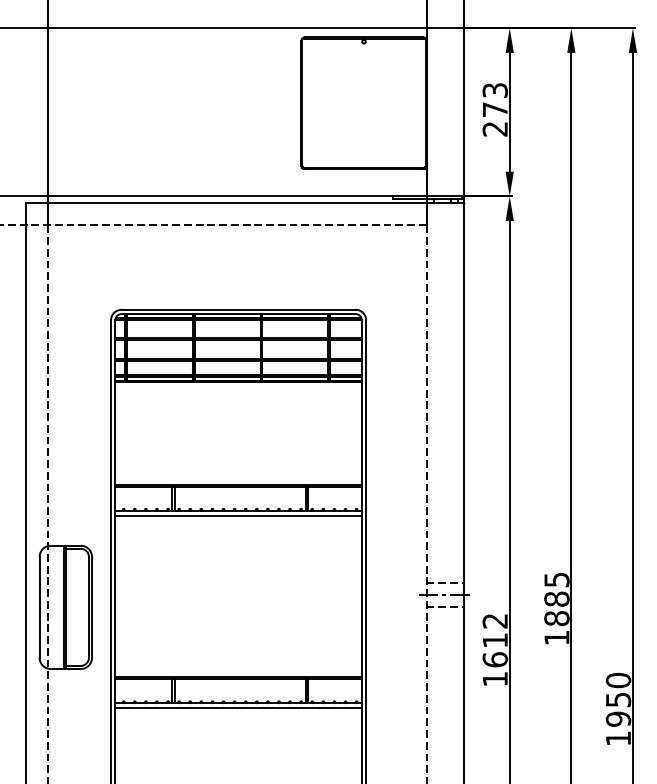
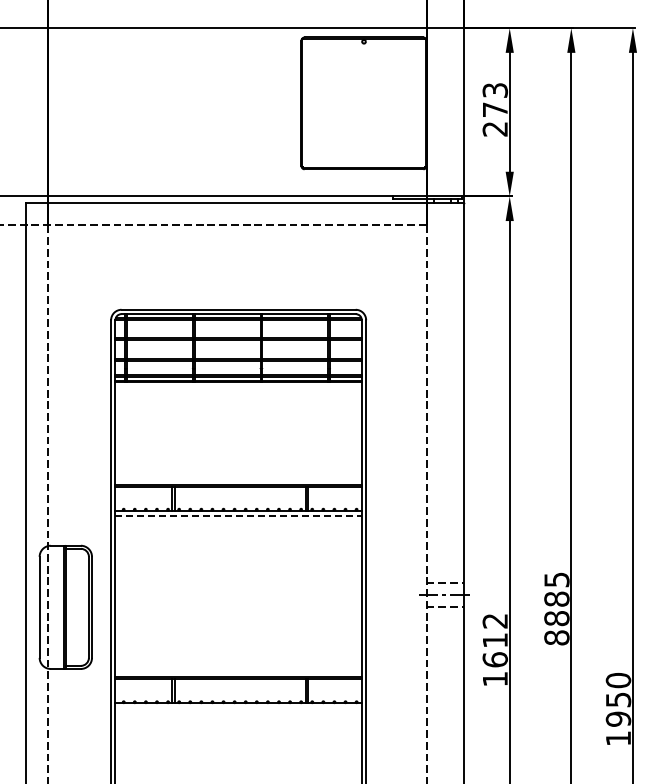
line at (239, 515): solid -> dashed
text at (556, 637): 1885 -> 8885
line at (238, 708): present -> none
